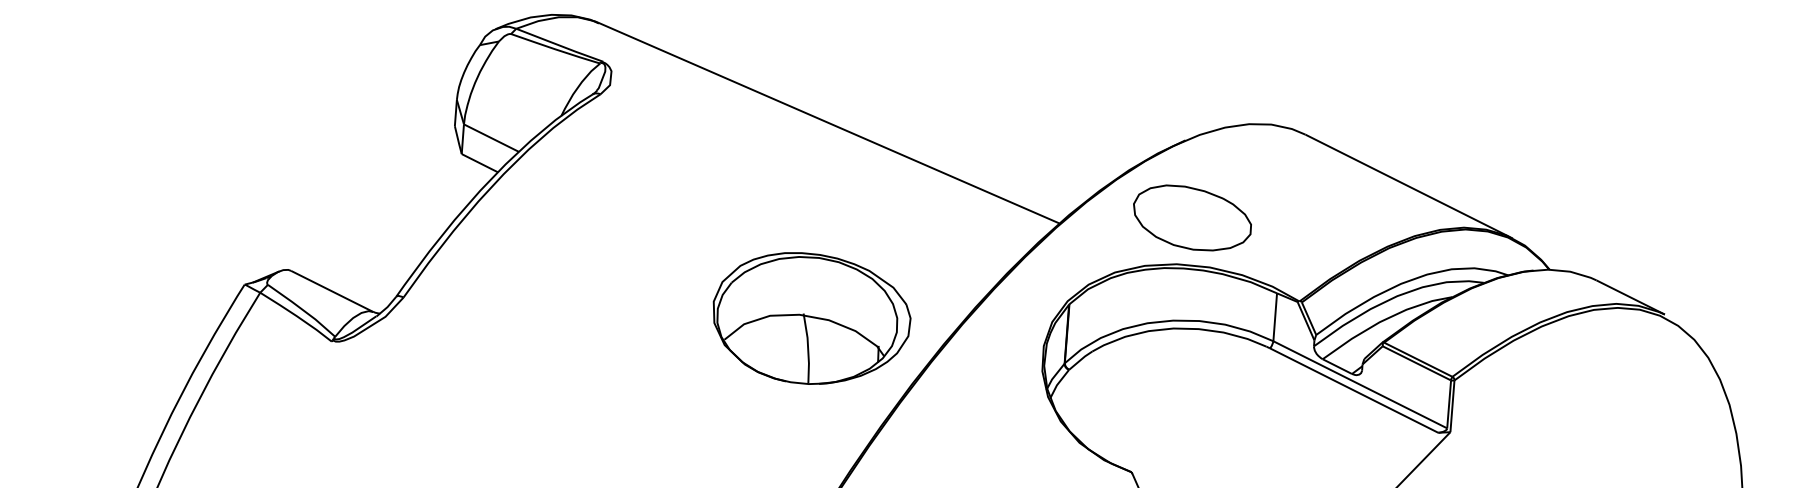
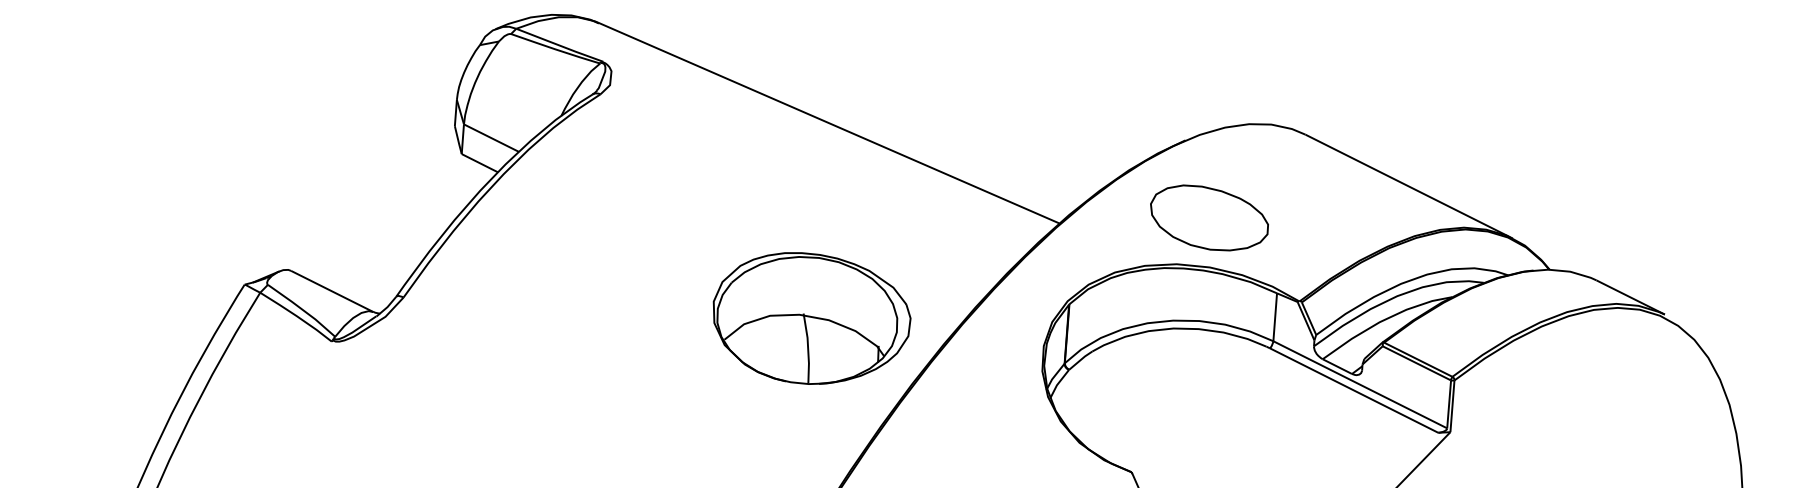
part at (1192, 217) position: (1192, 217) -> (1209, 217)
